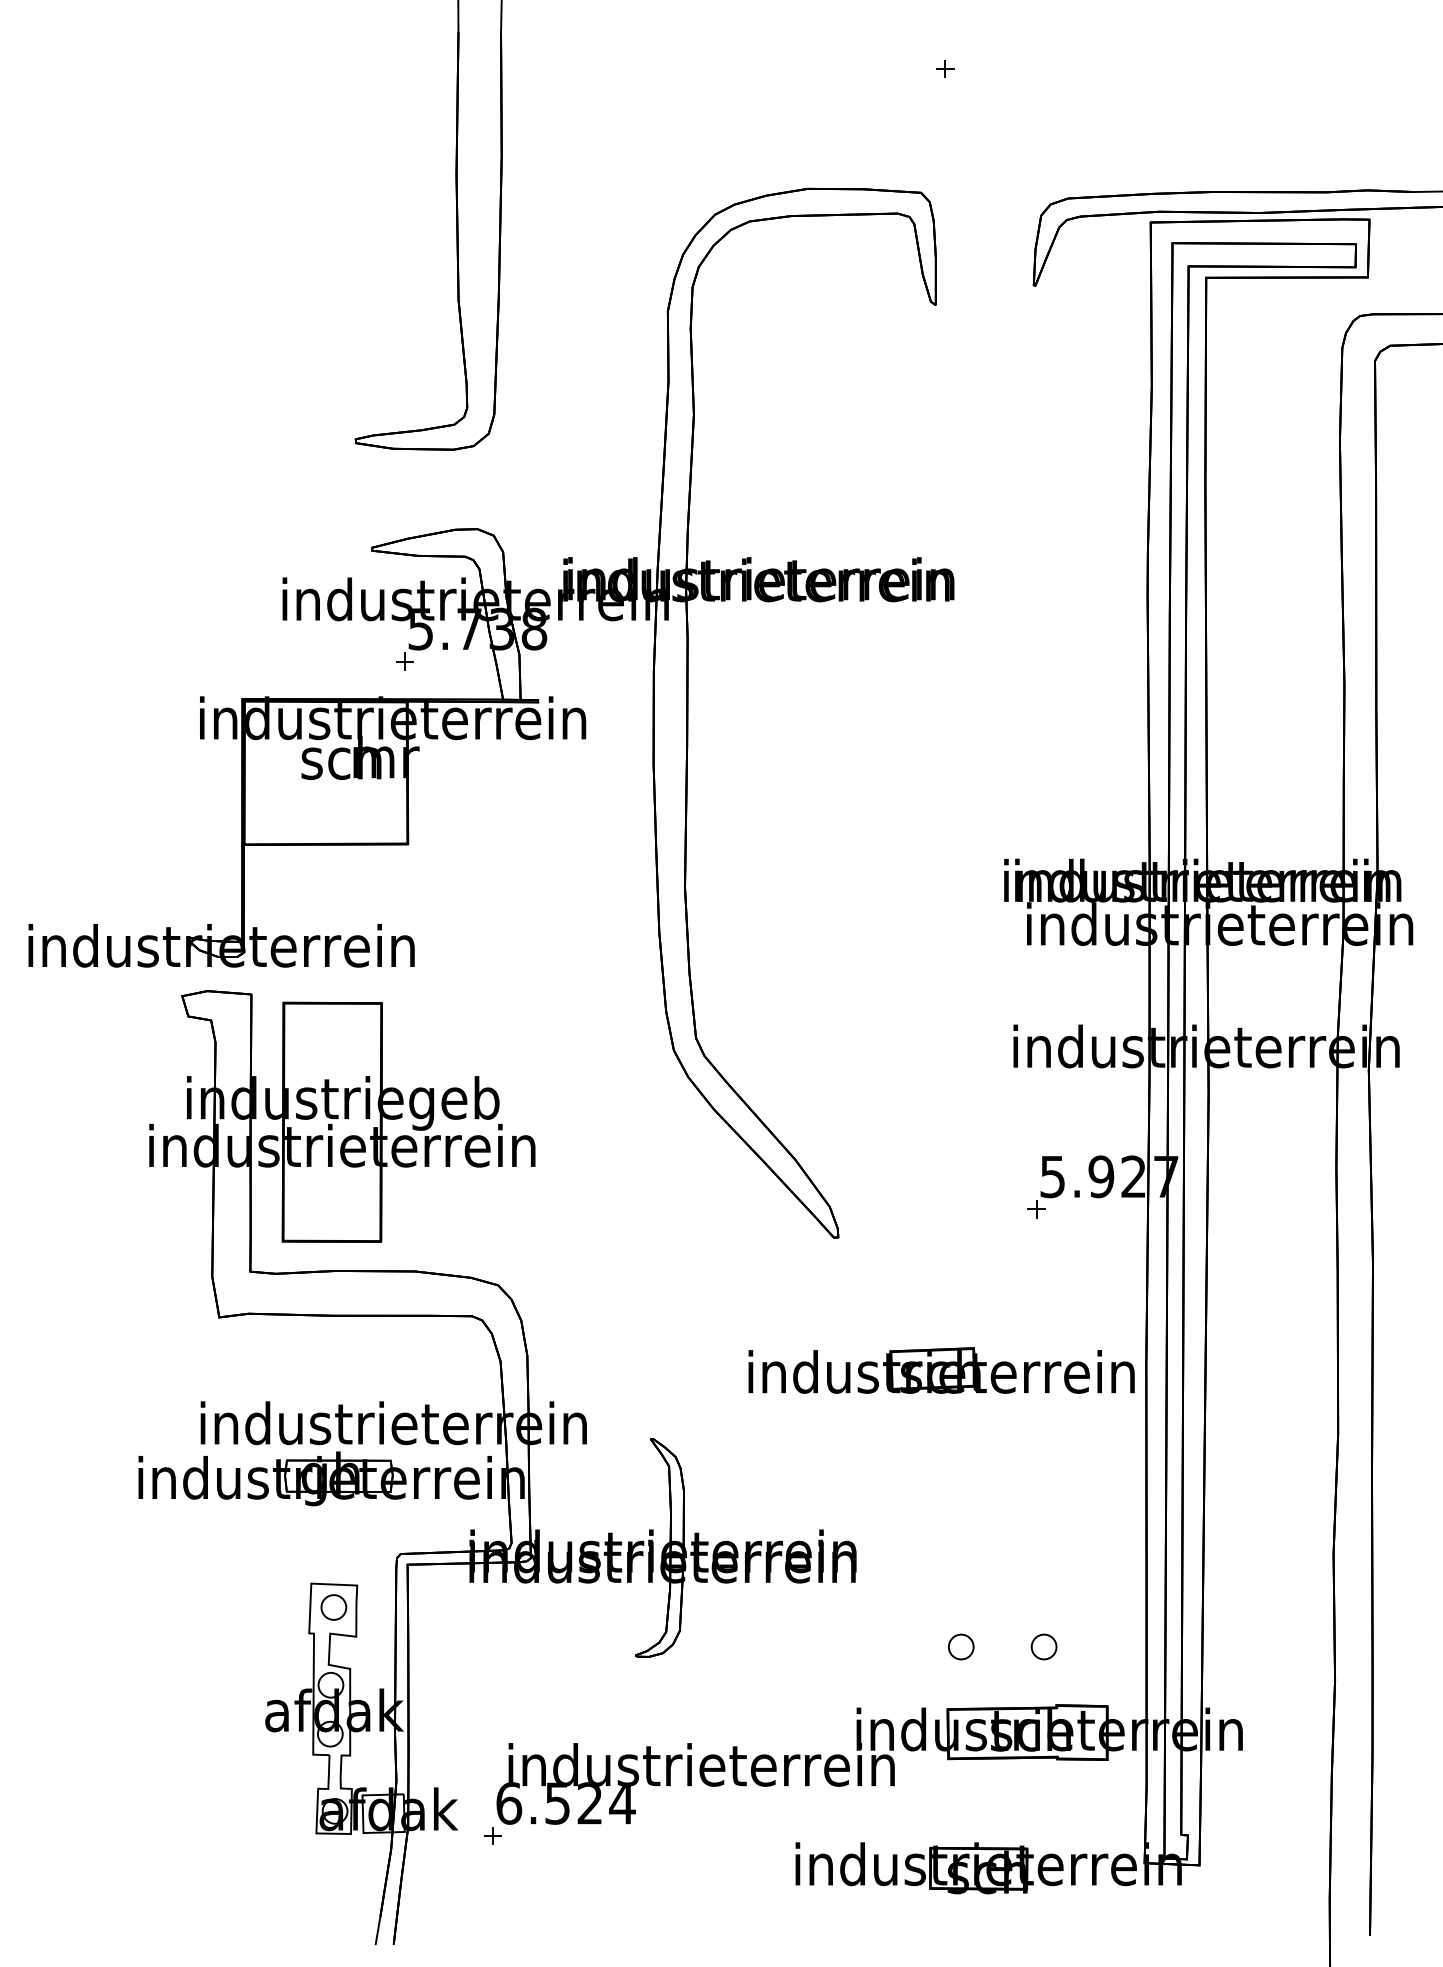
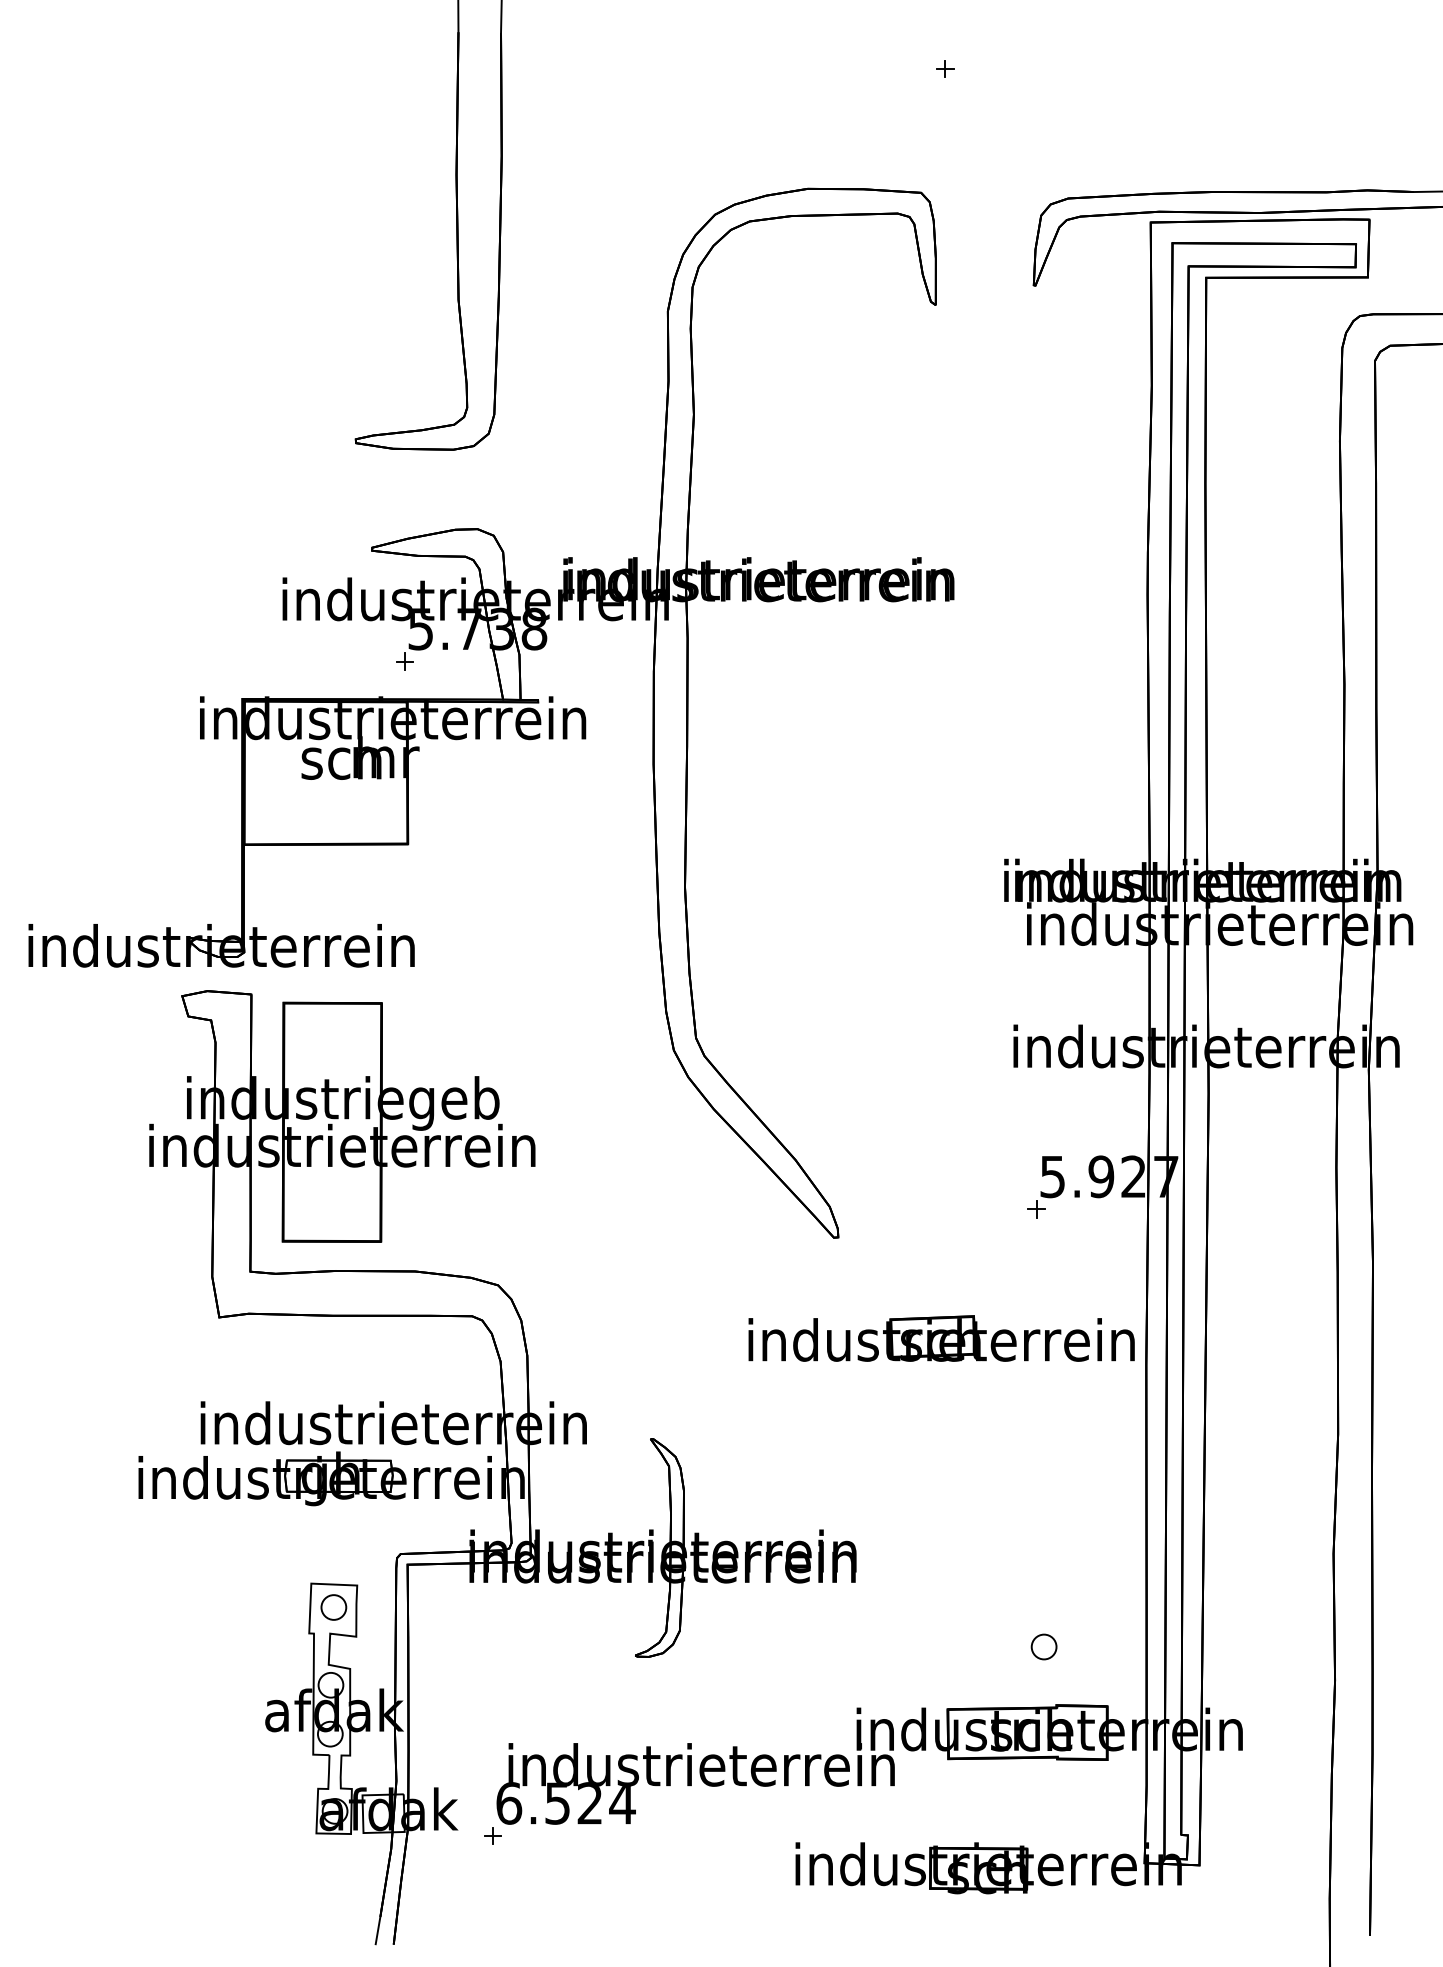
part at (941, 1370) position: (941, 1370) -> (941, 1338)
part at (961, 1646): present -> none
